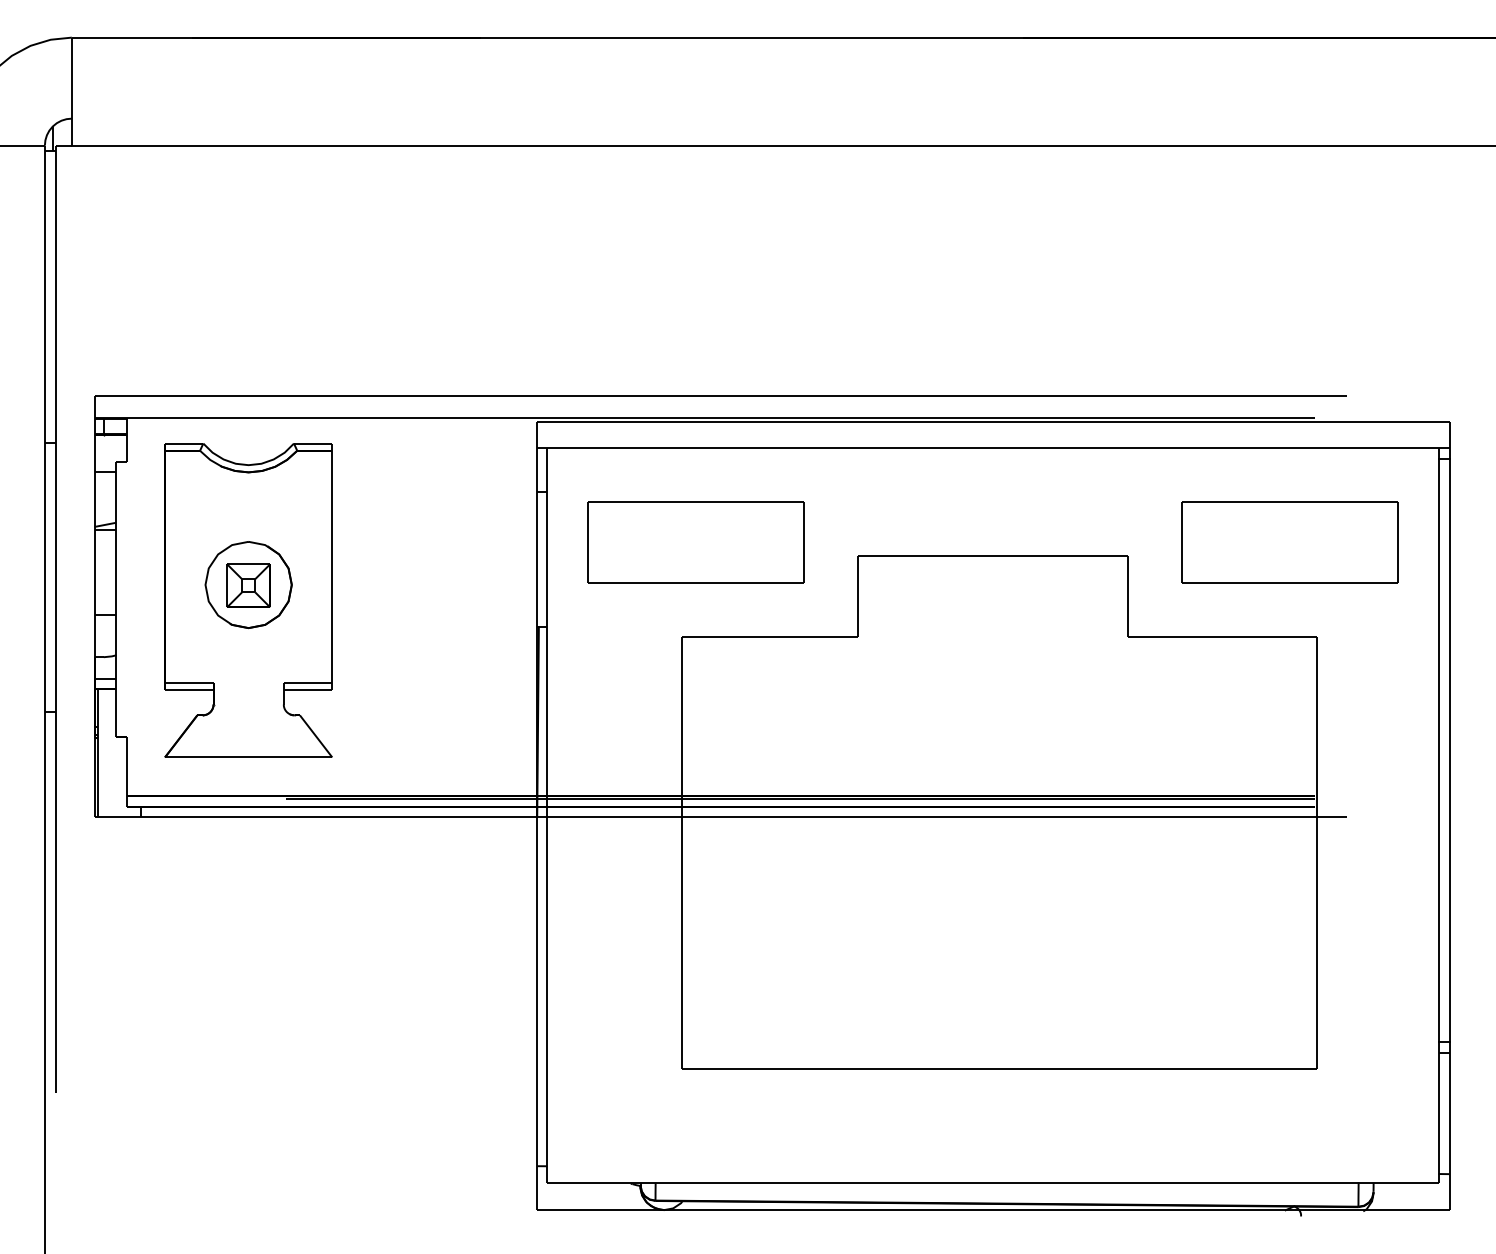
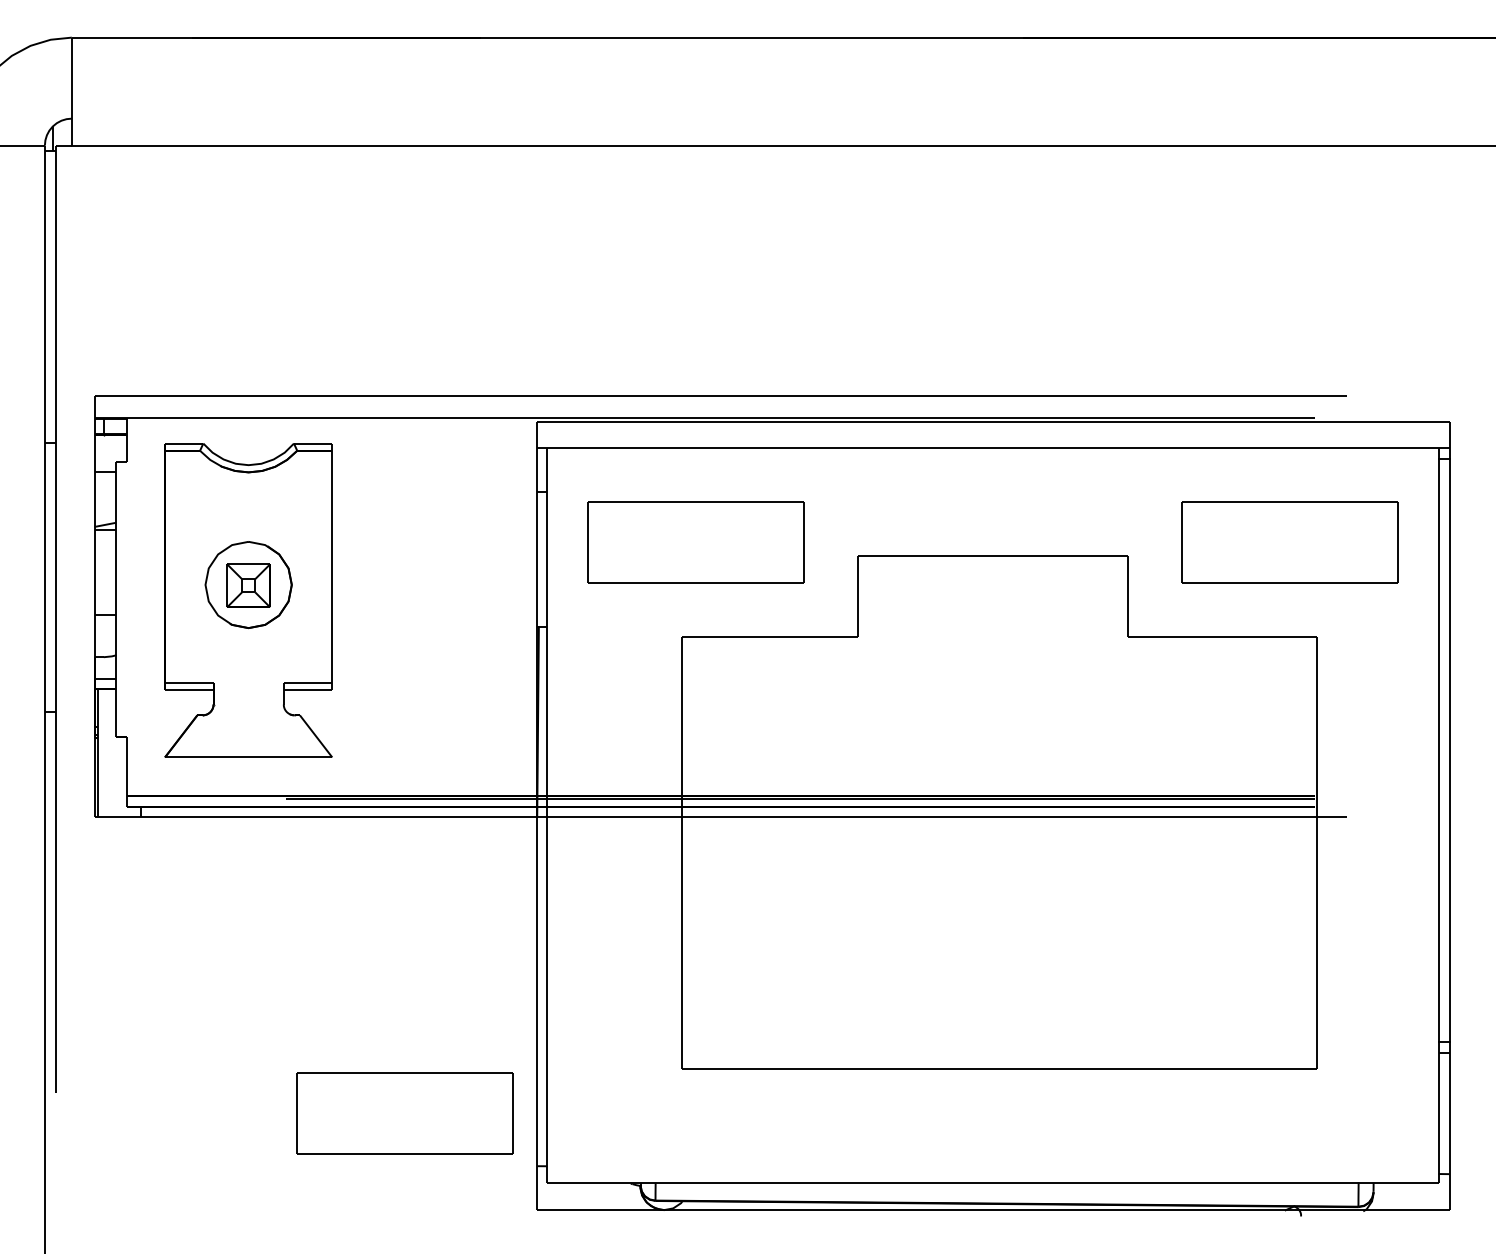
part at (404, 1113): none -> present
